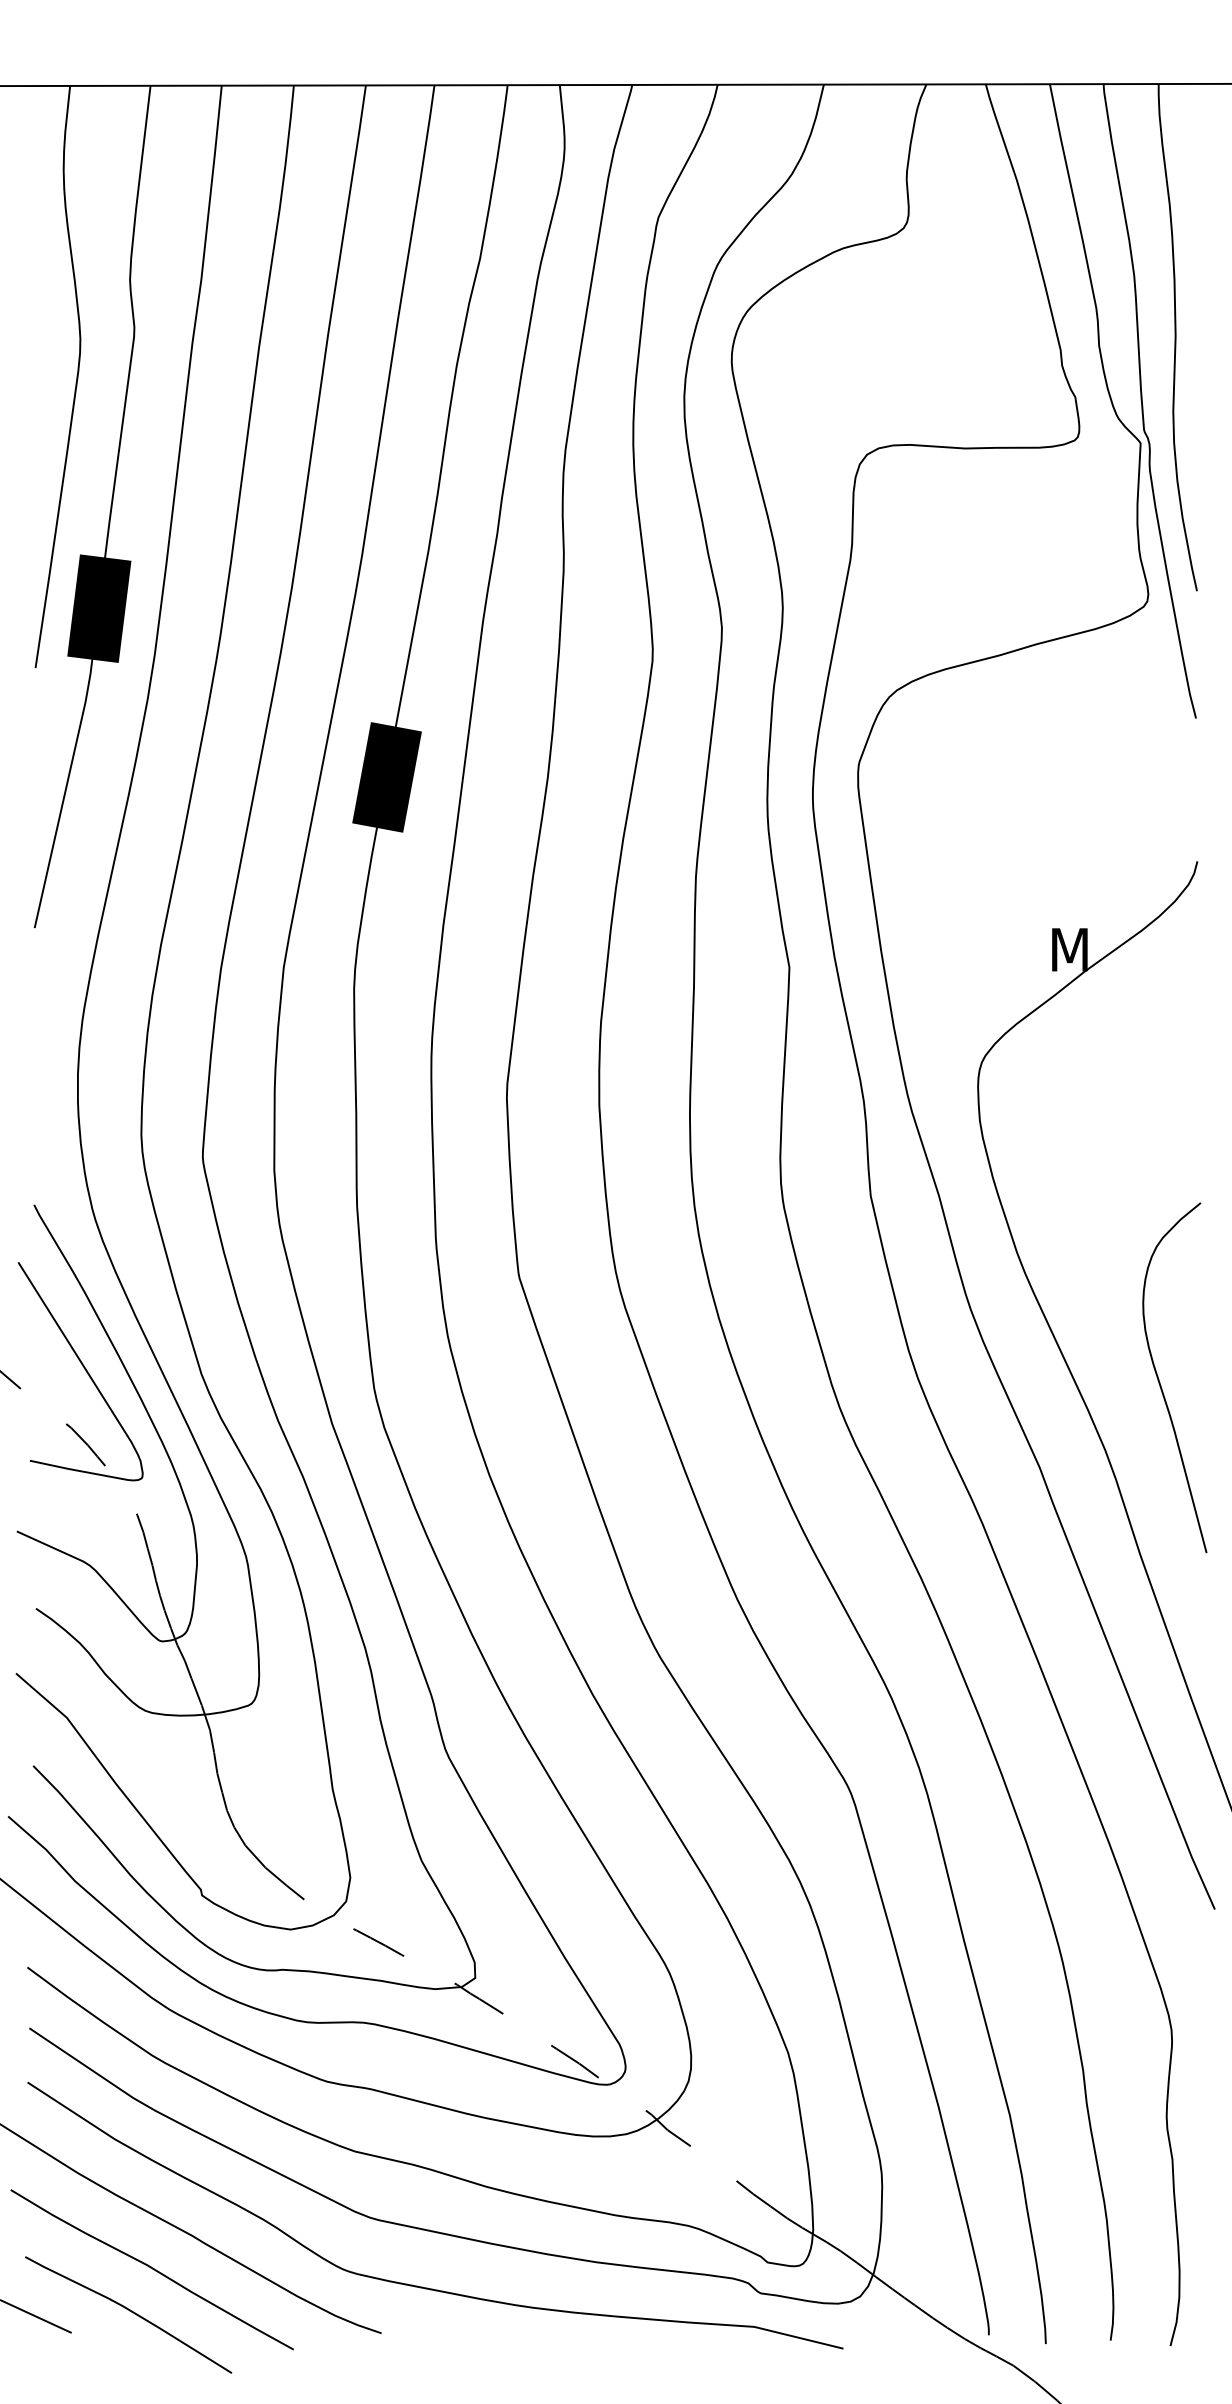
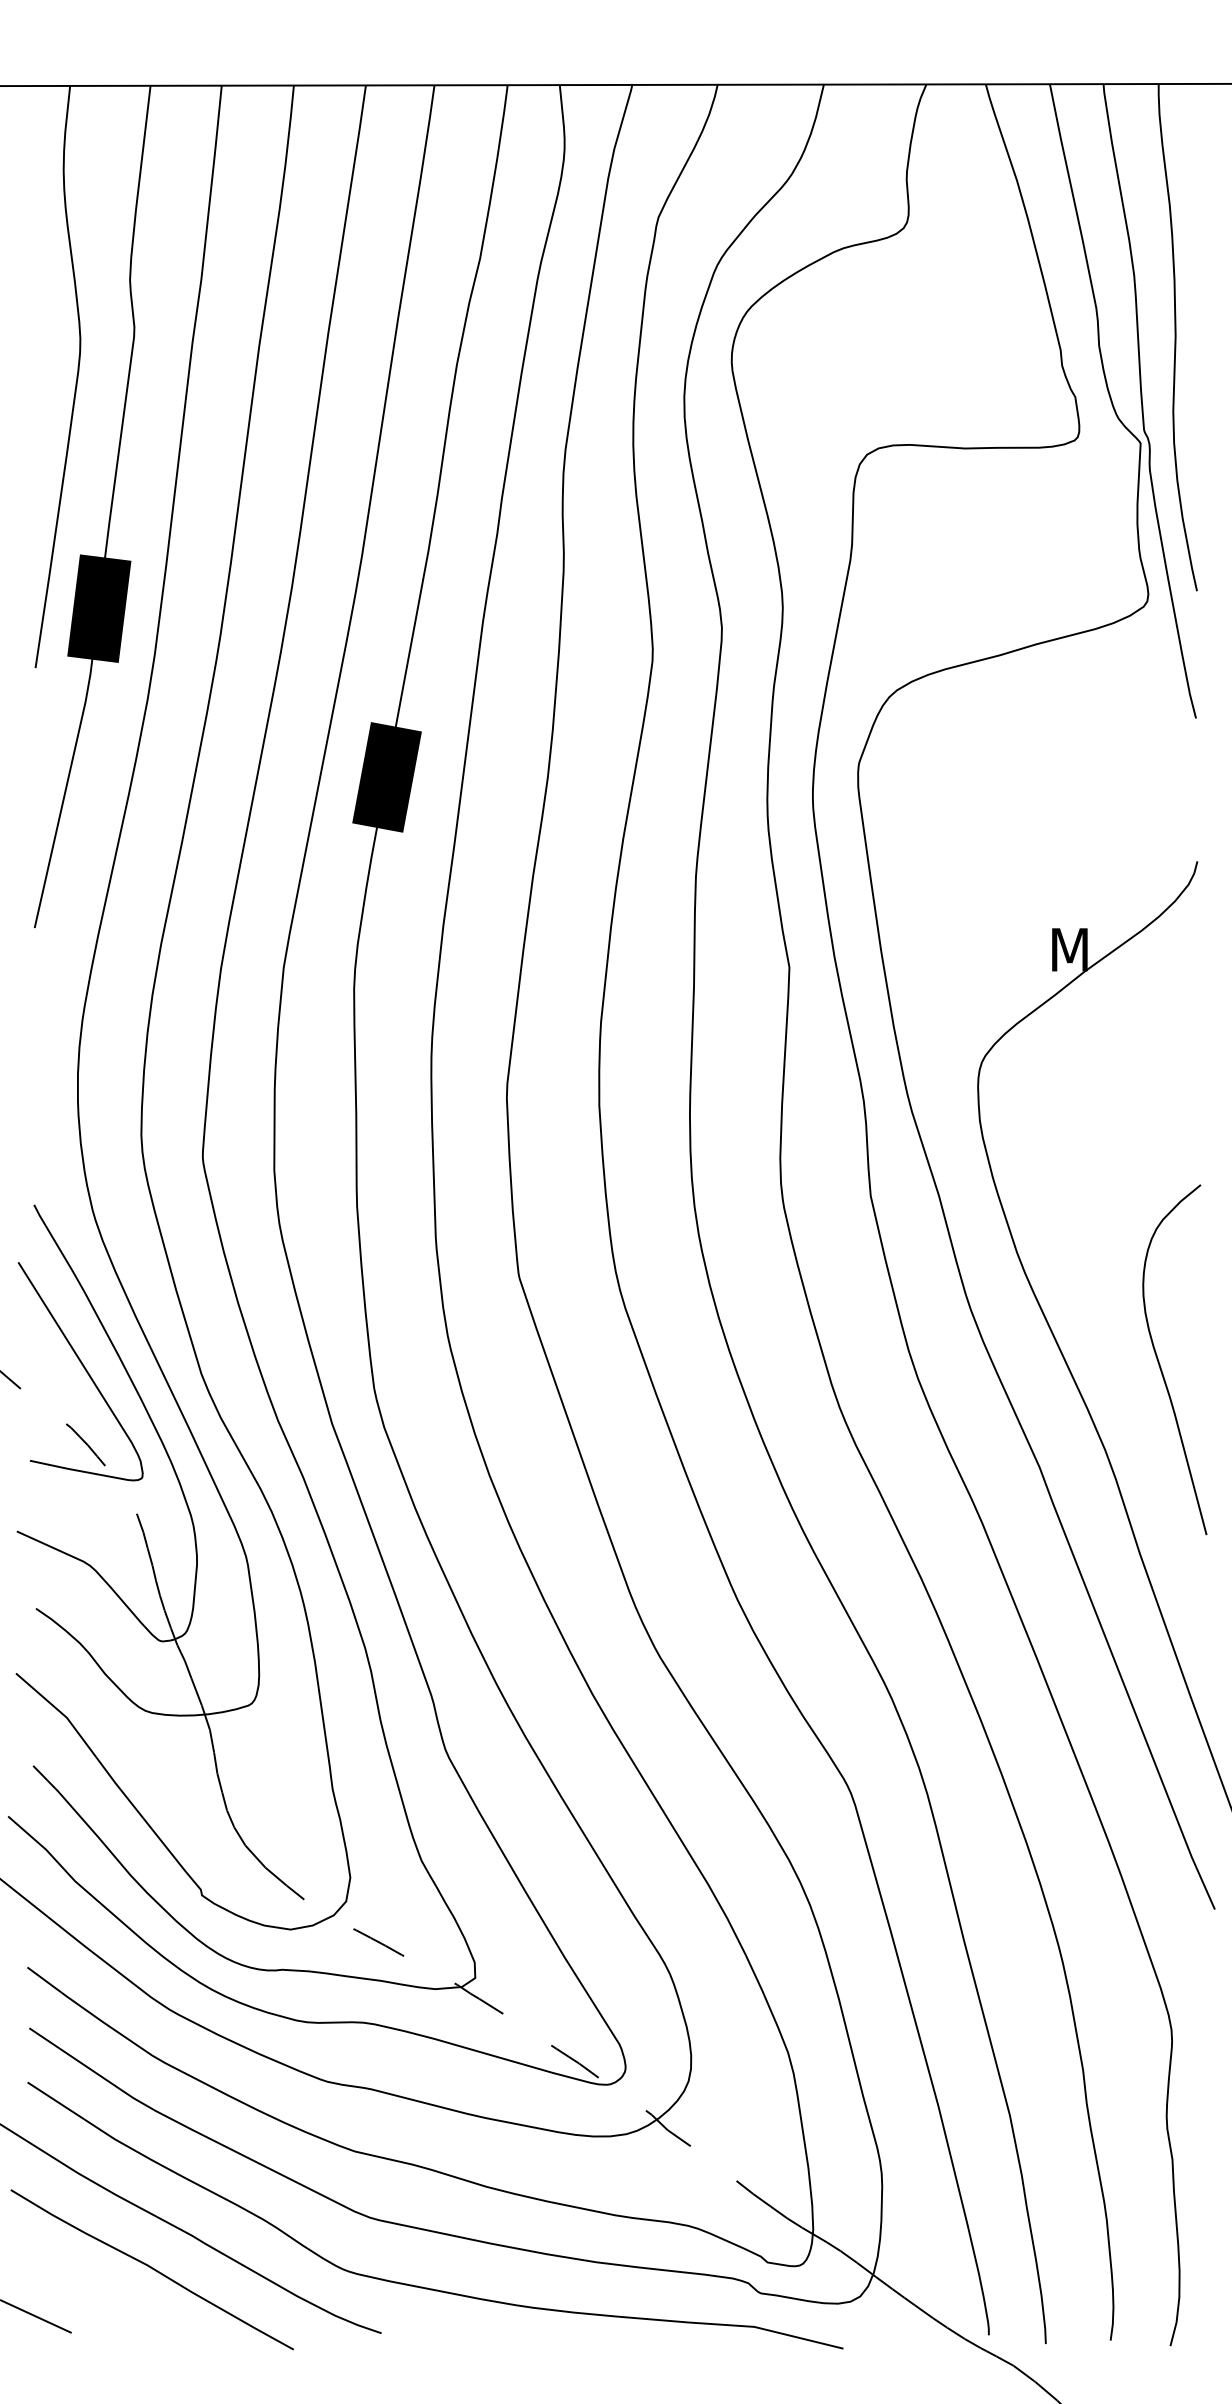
curve at (1160, 1382) position: (1160, 1382) -> (1160, 1364)
curve at (129, 2311): present -> none
